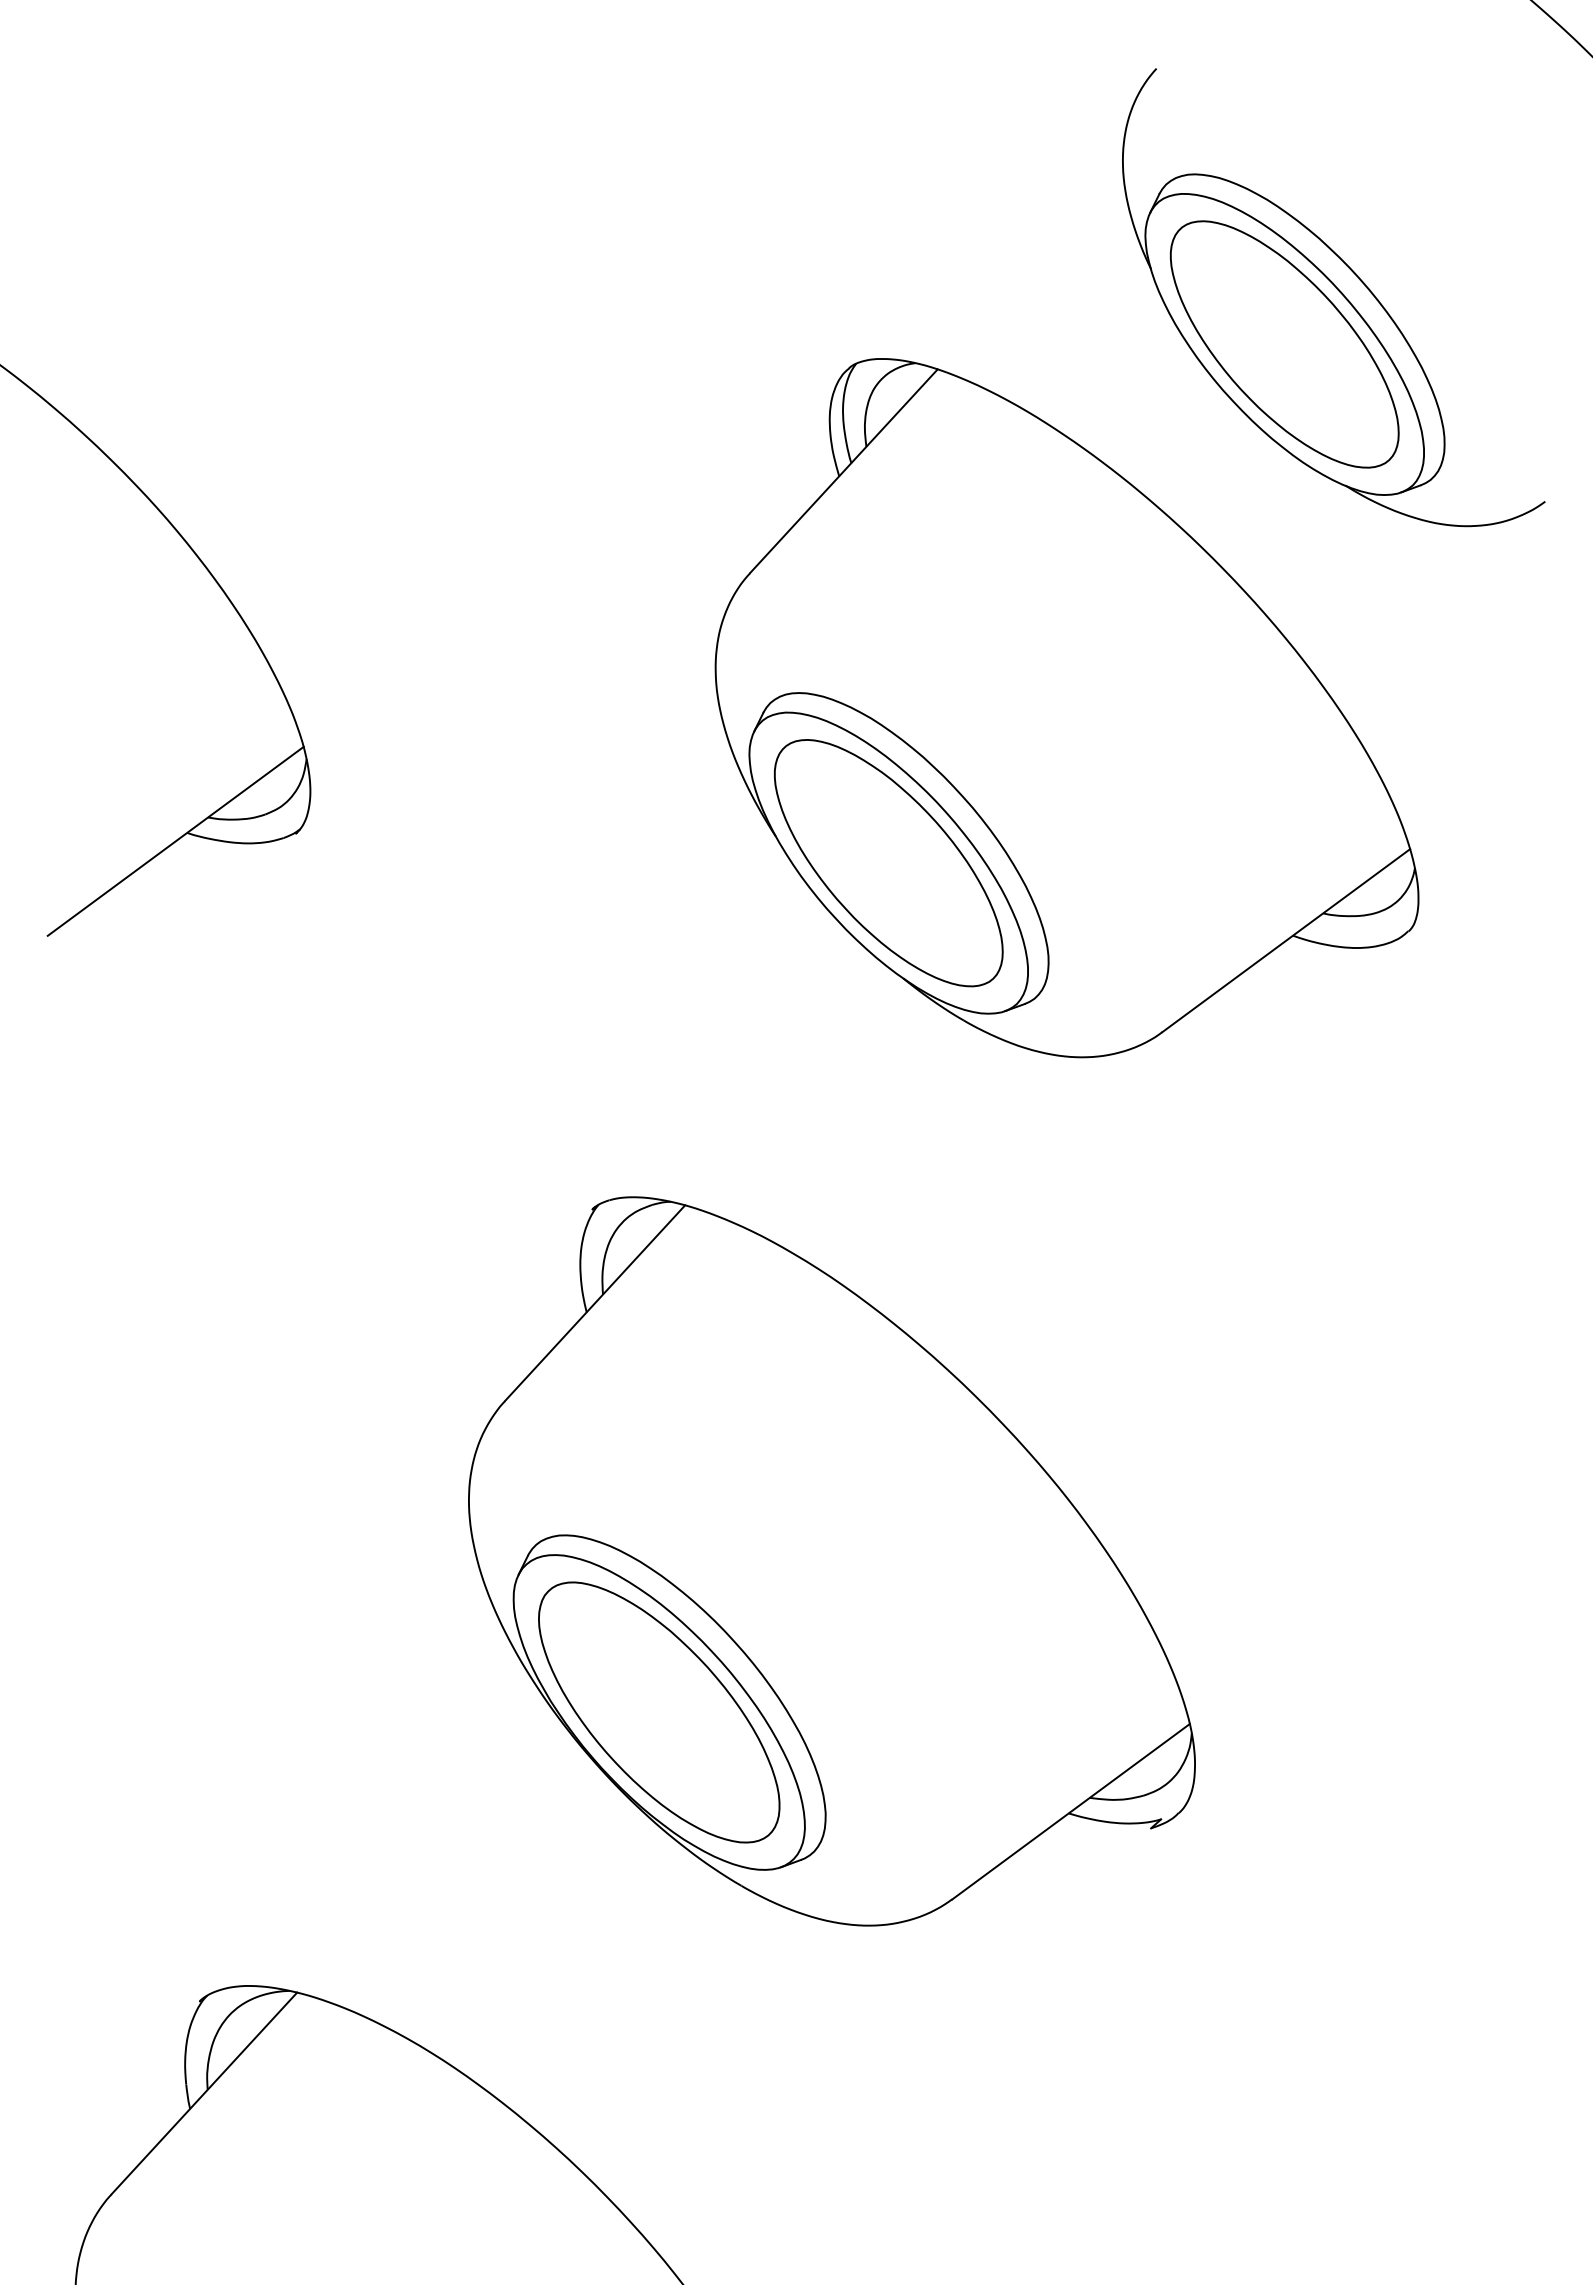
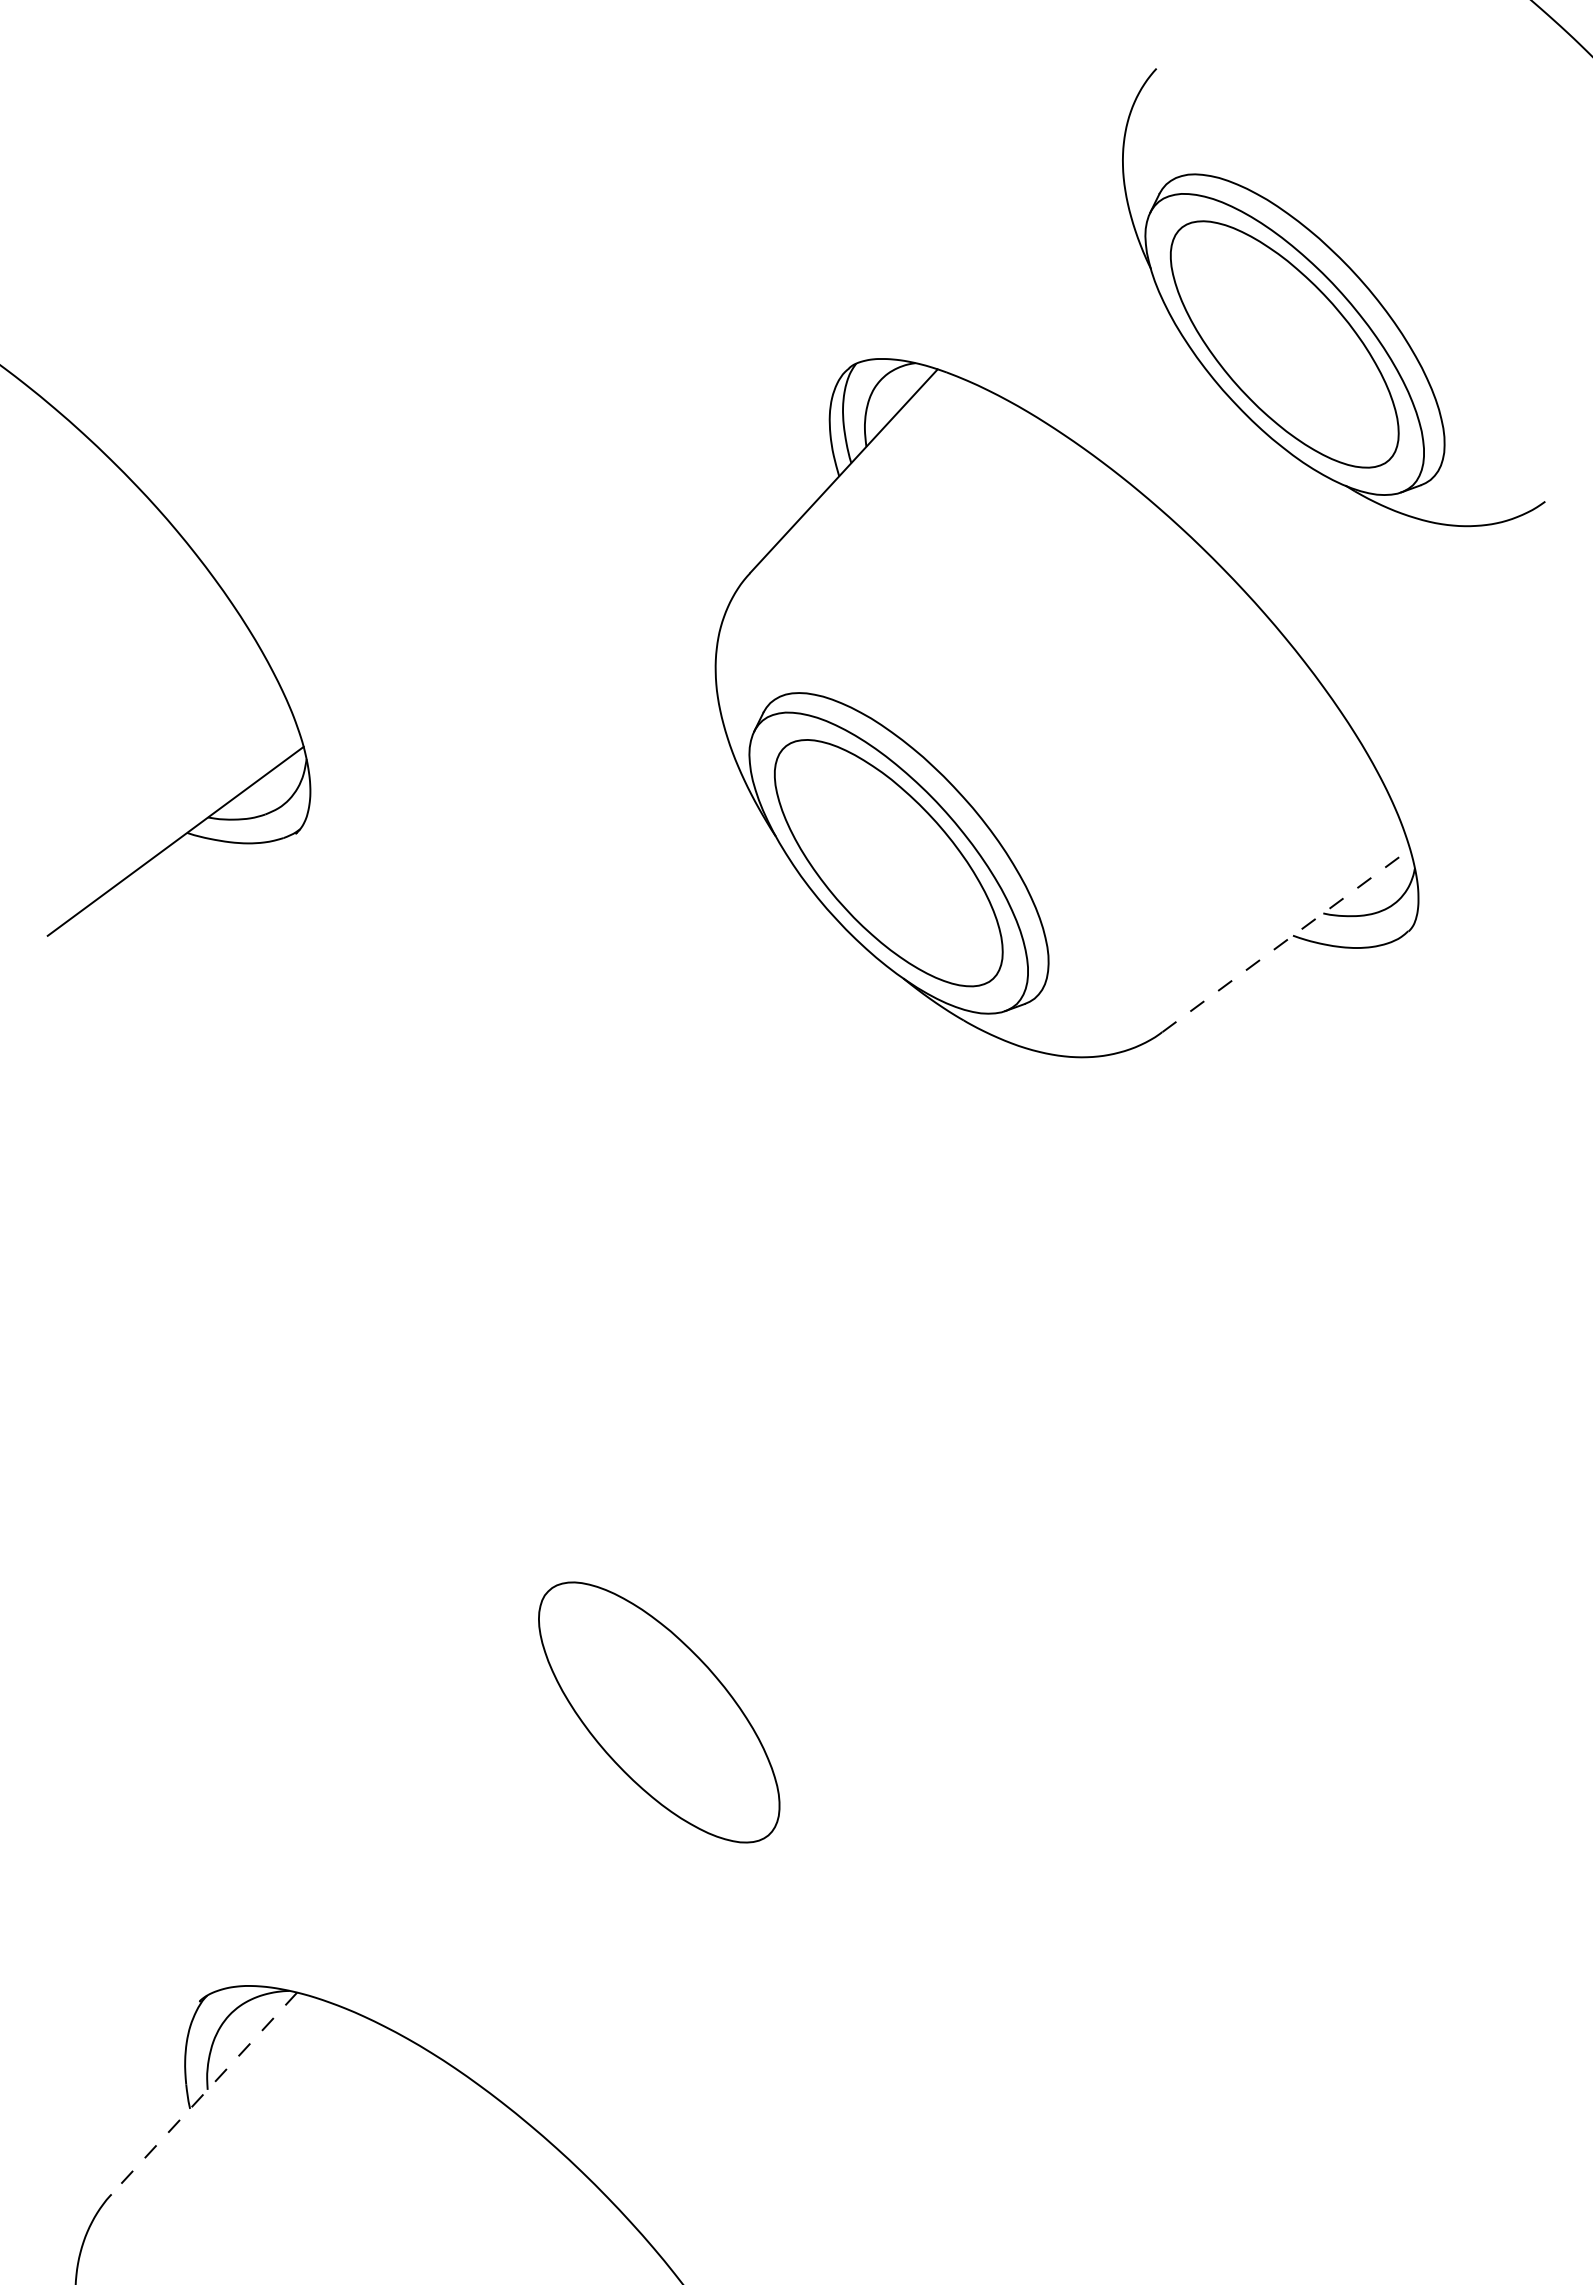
line at (1286, 940): solid -> dashed
part at (831, 1561): present -> none
line at (204, 2093): solid -> dashed
